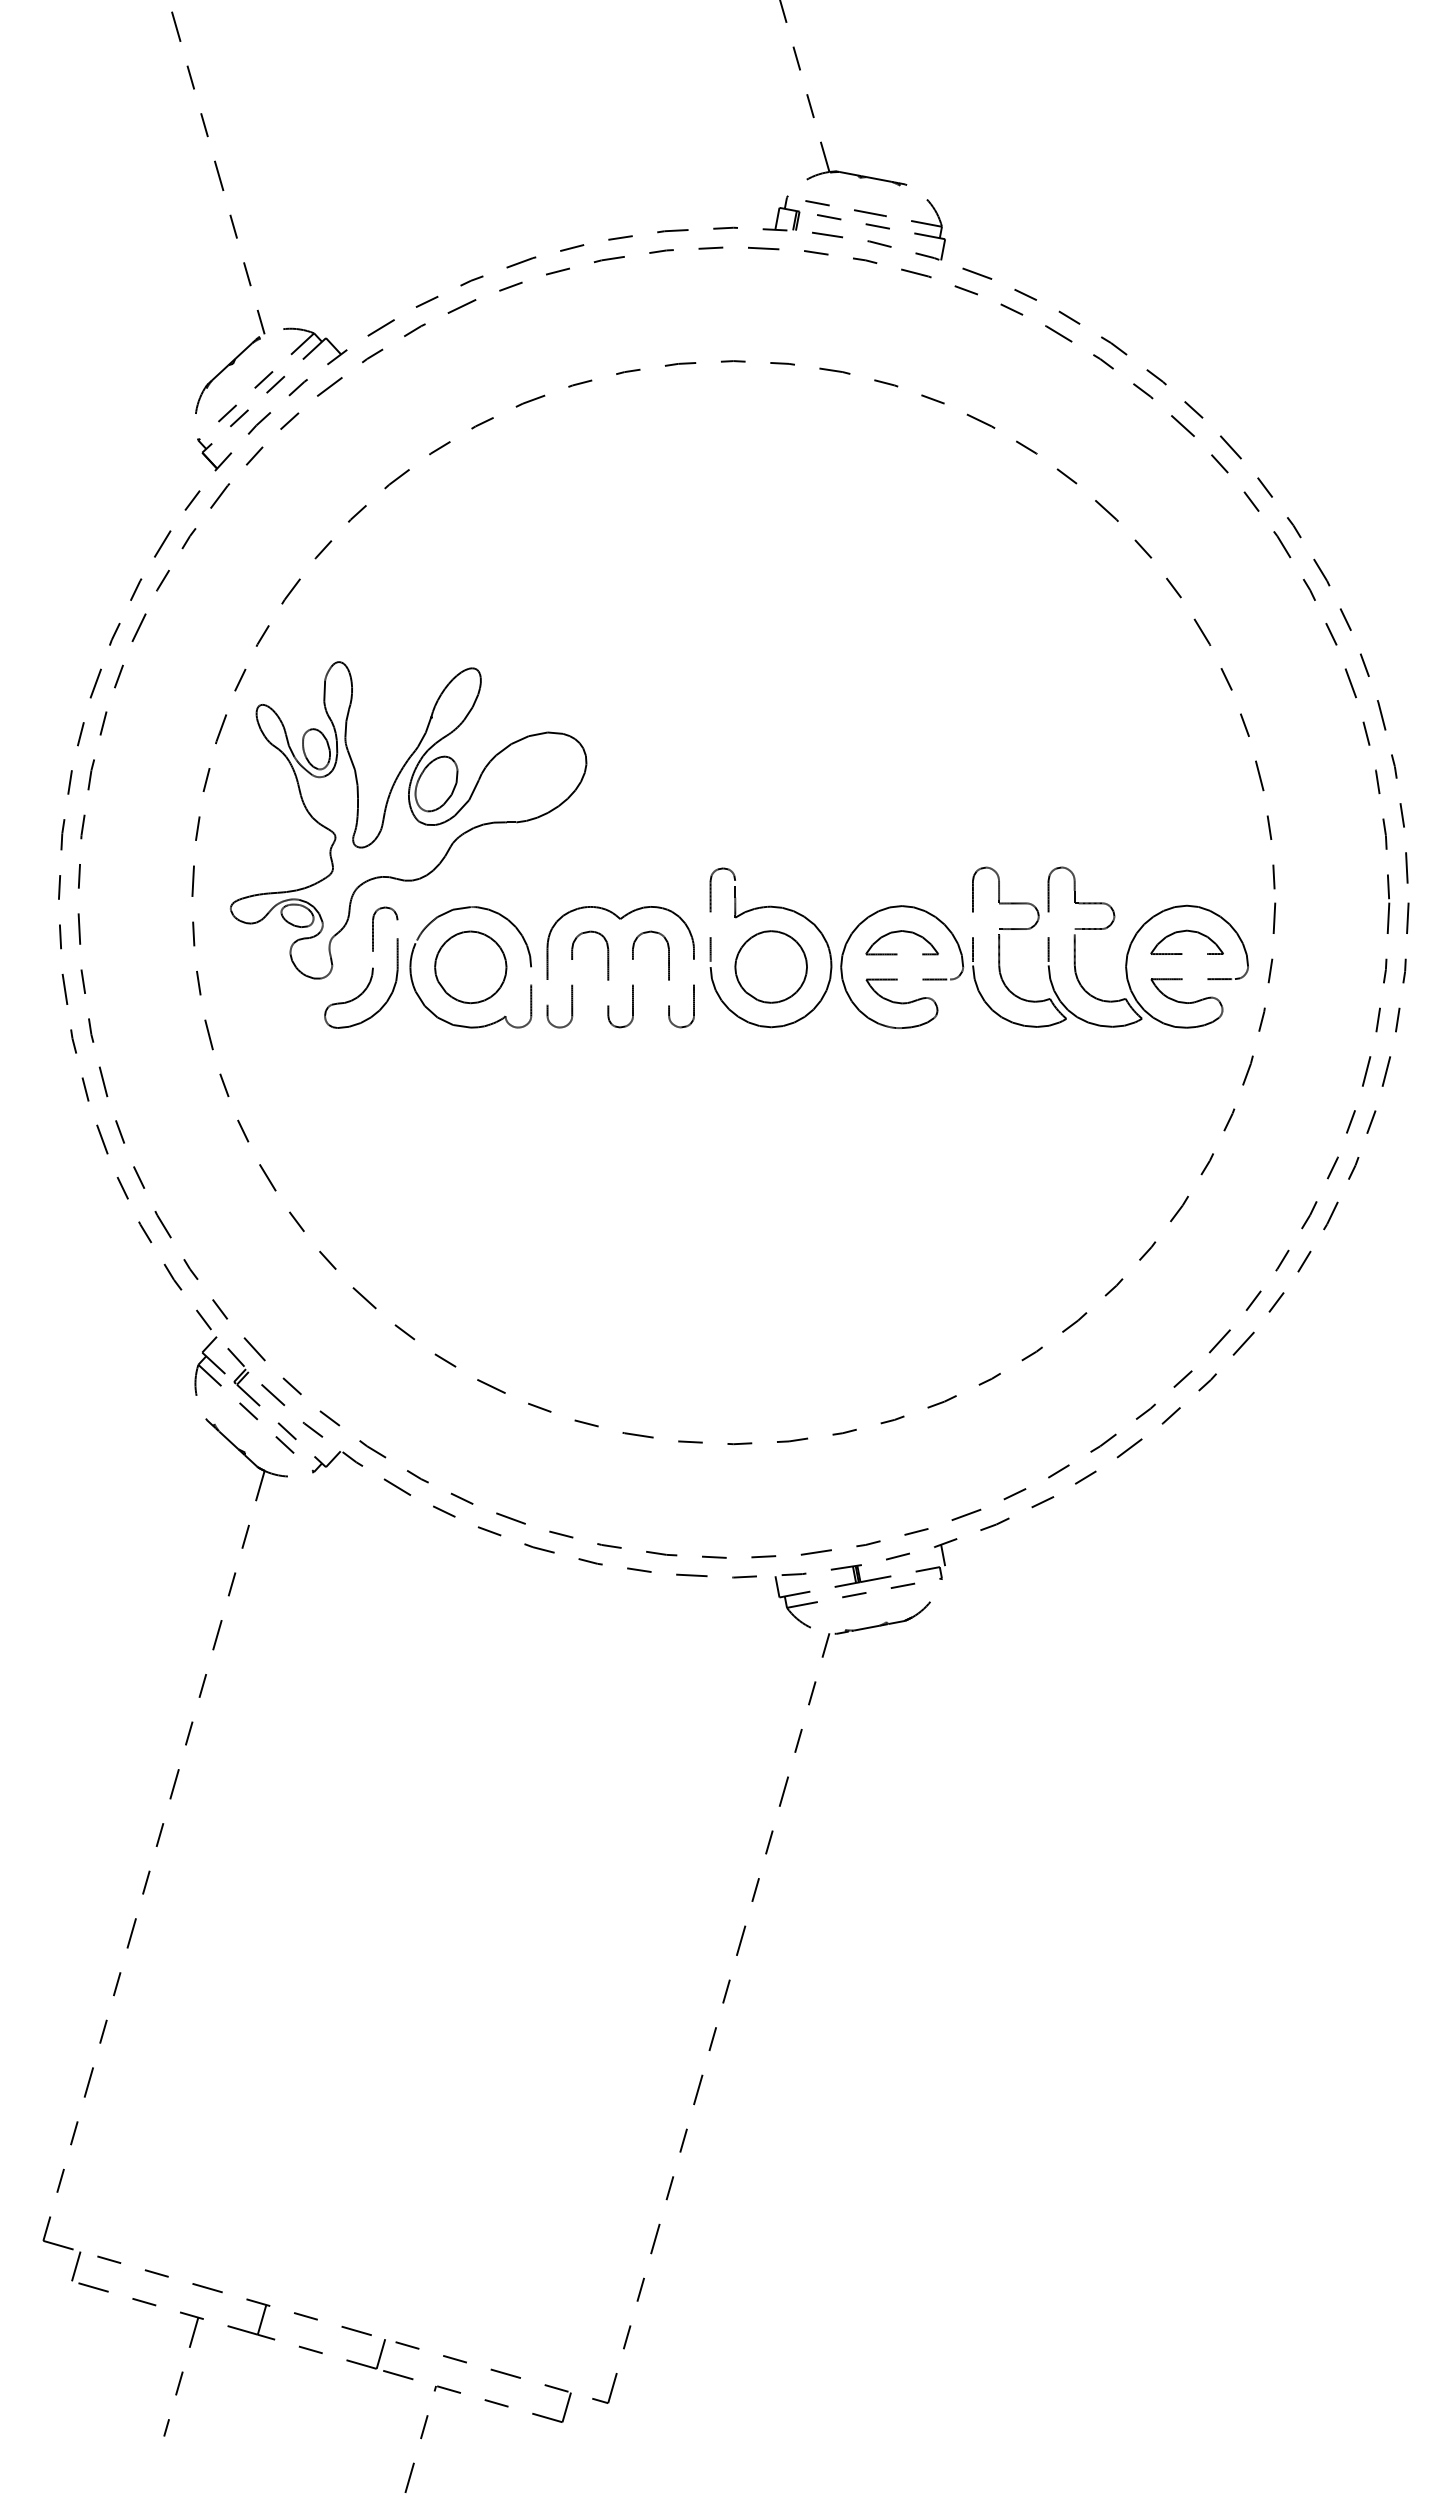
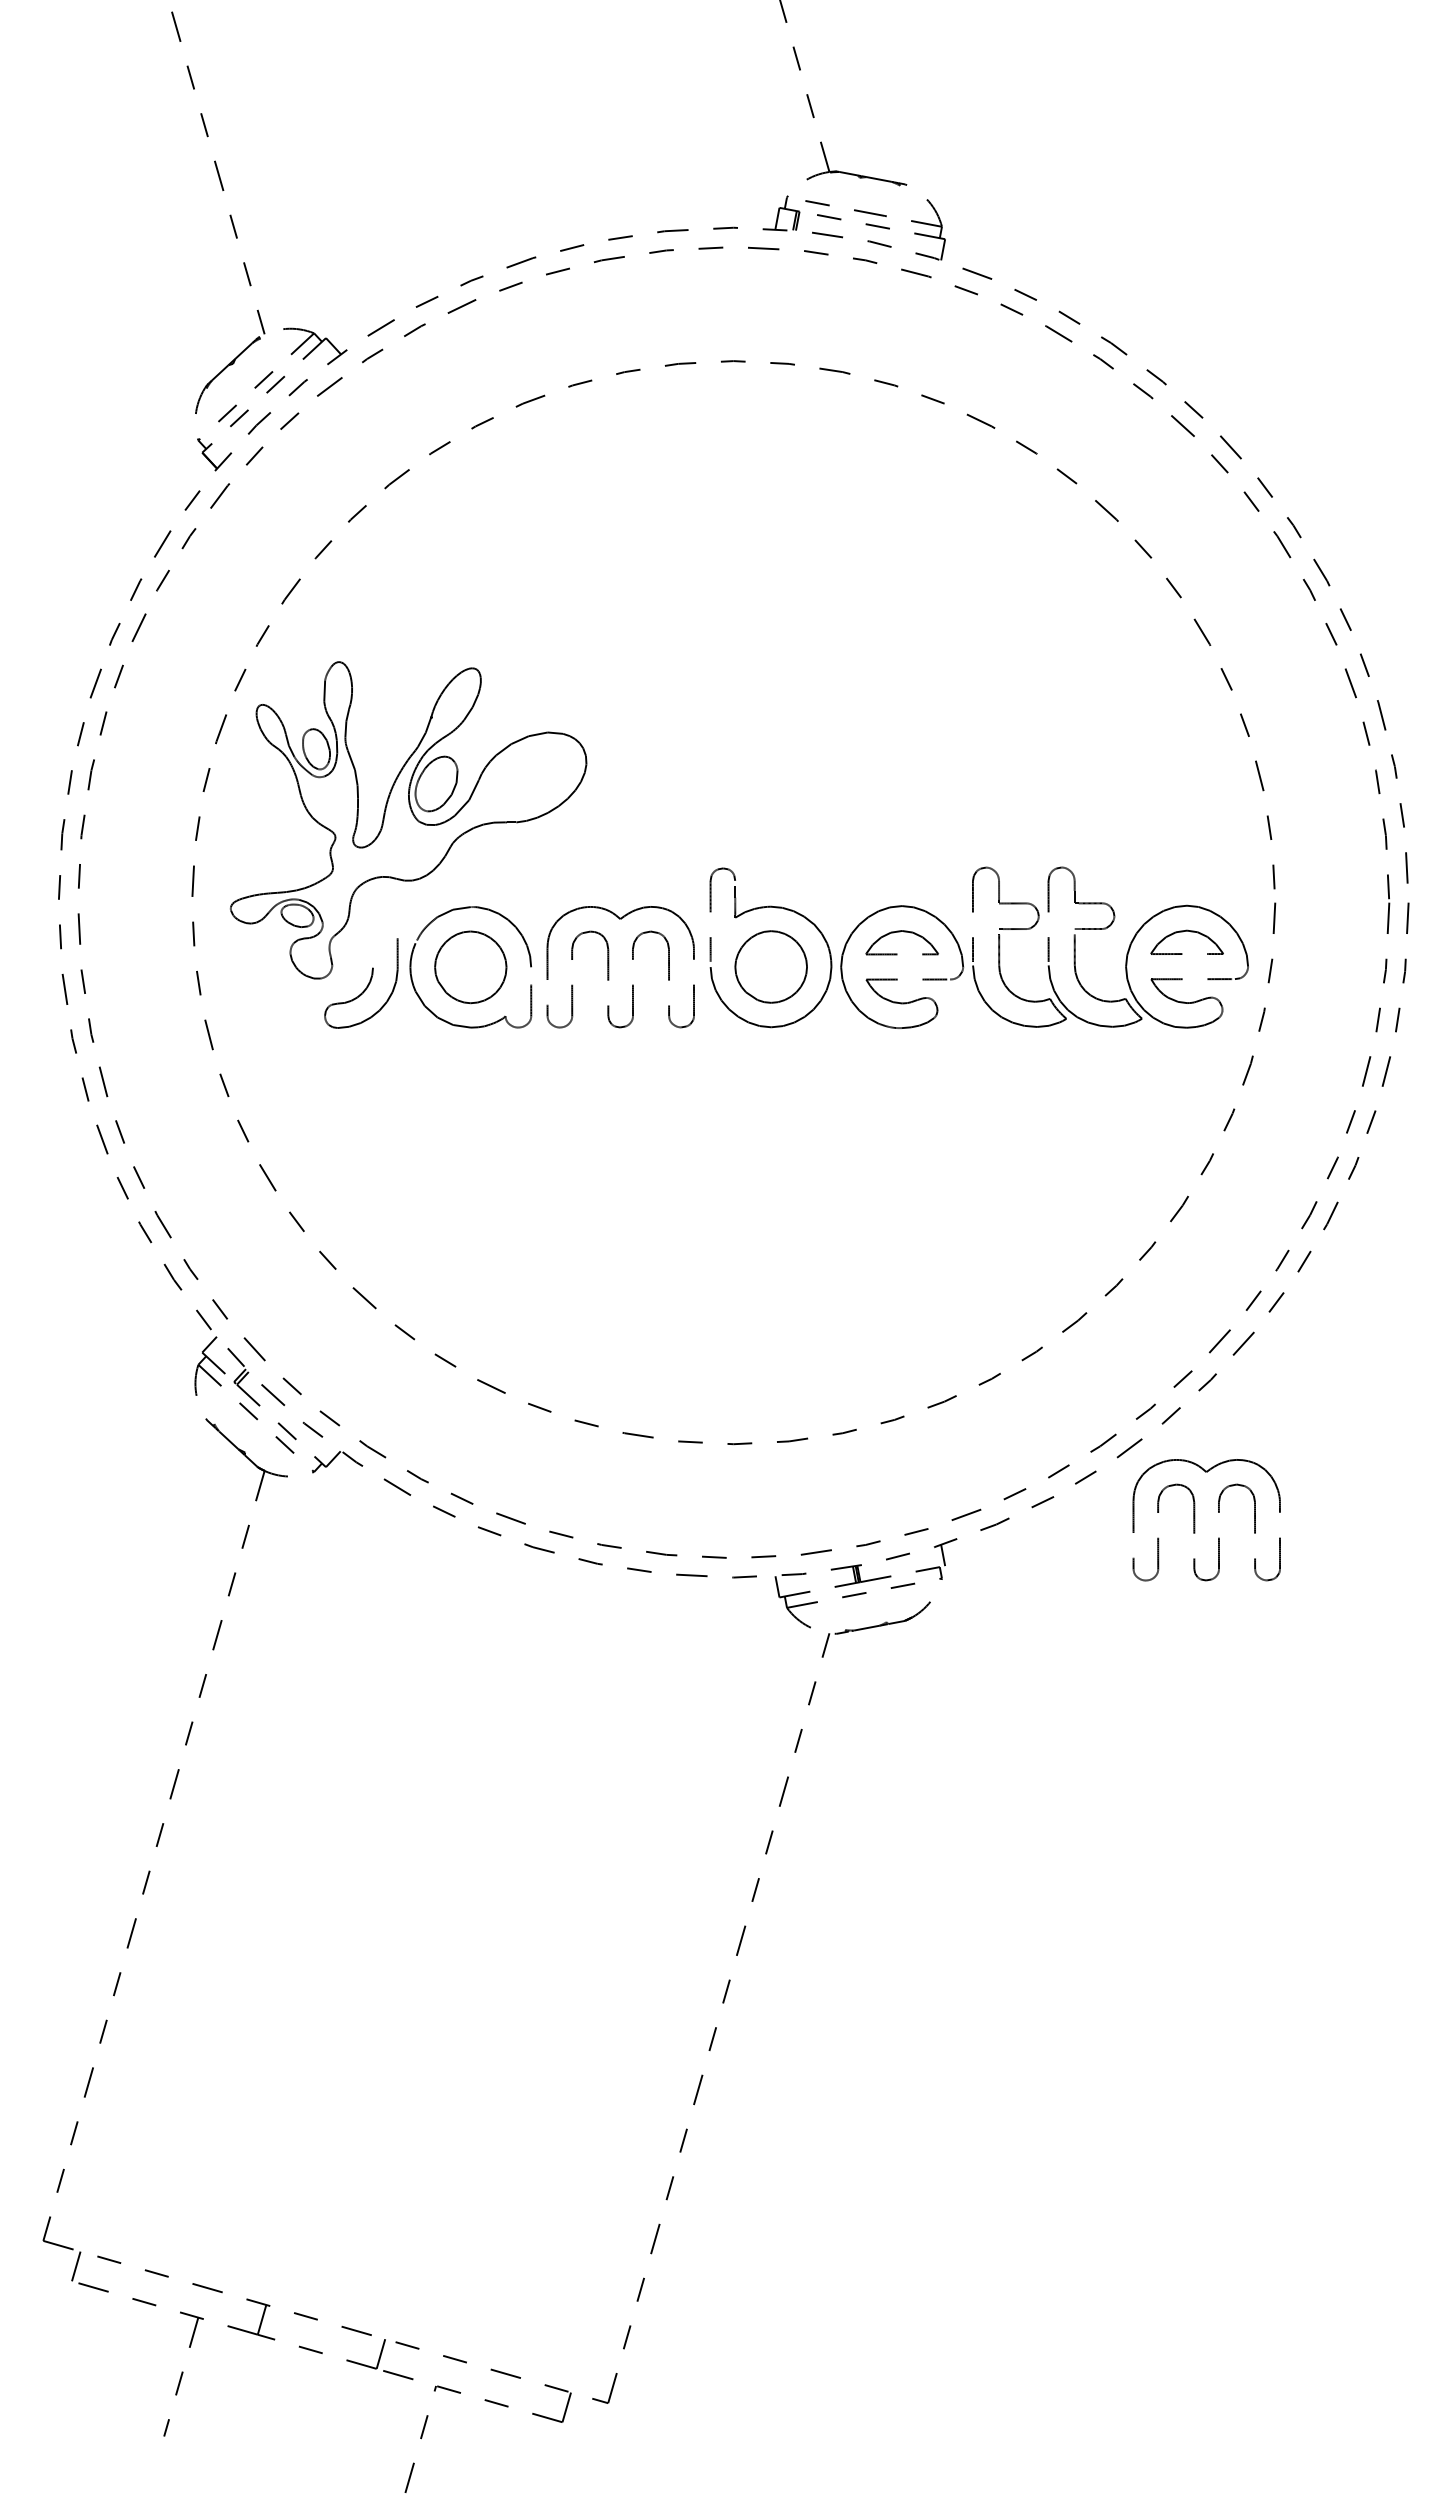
part at (373, 928): present -> none
part at (1195, 1520): none -> present
